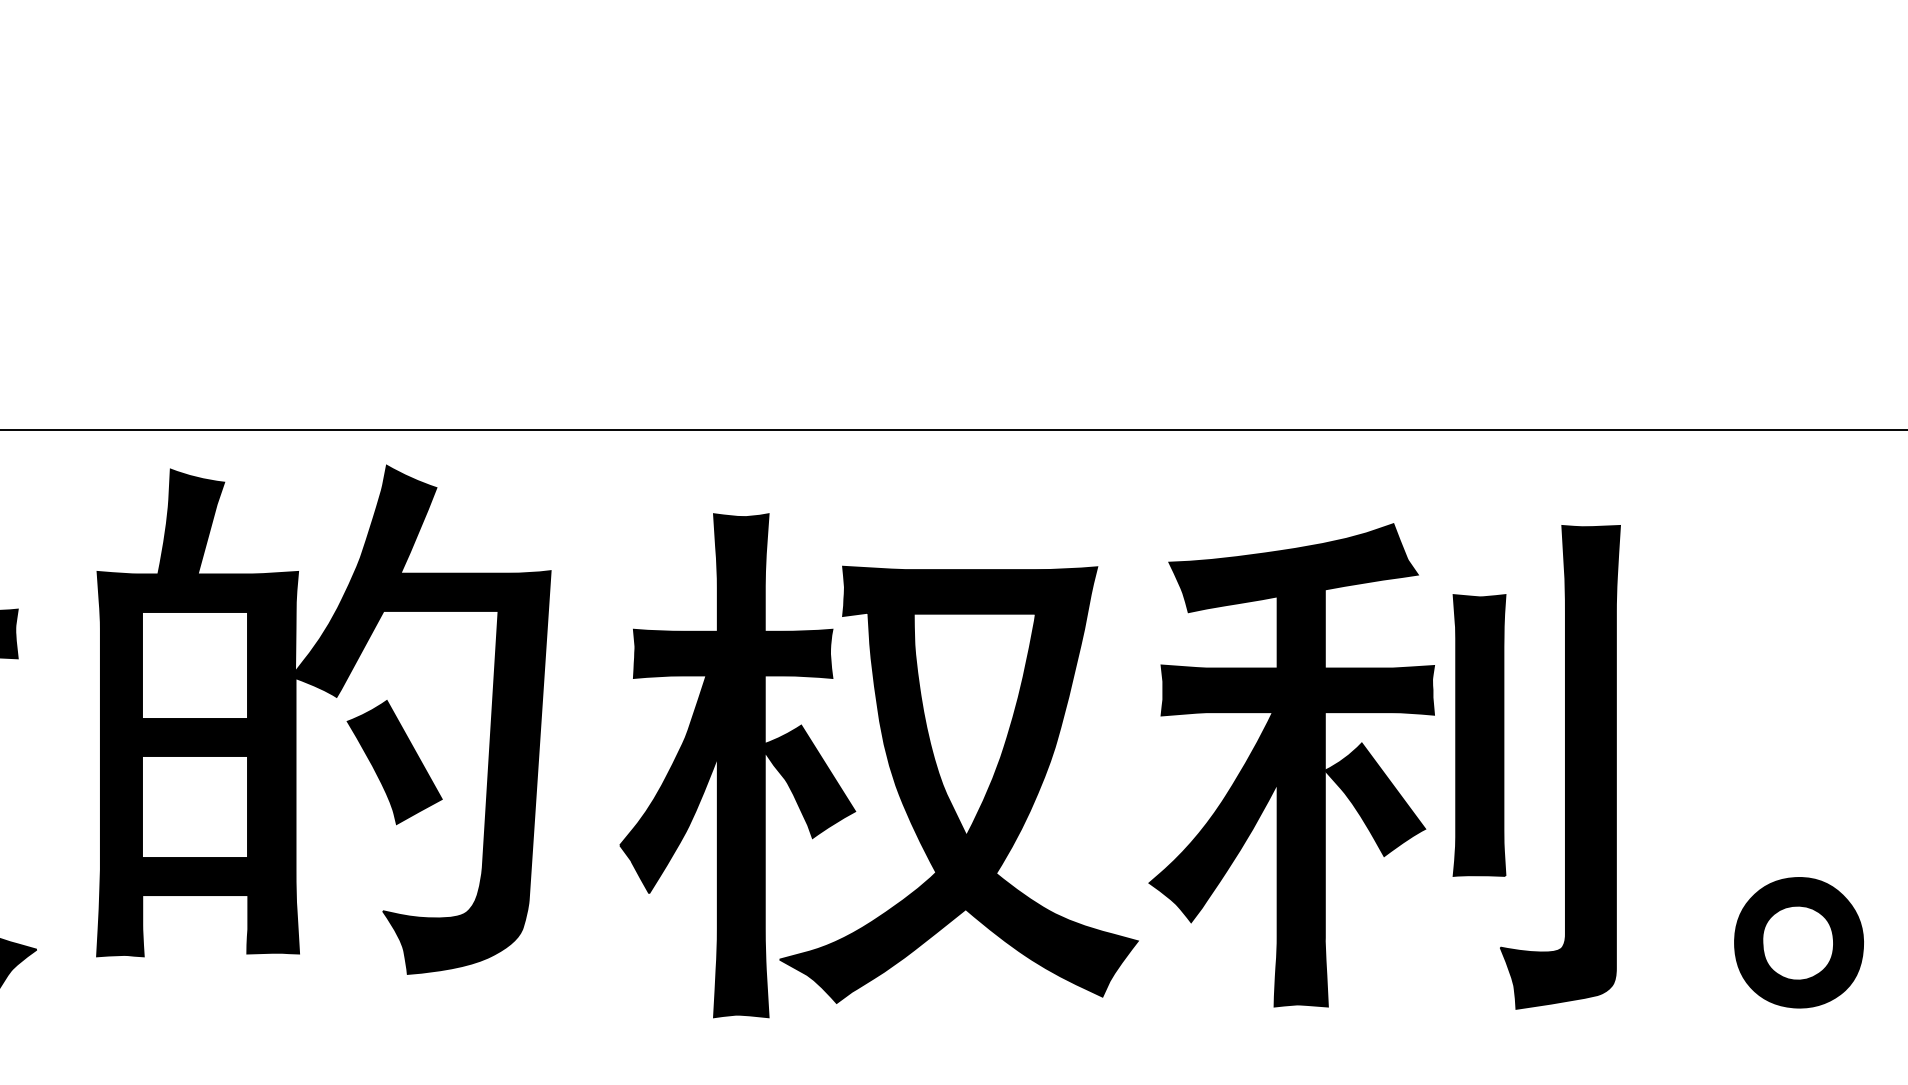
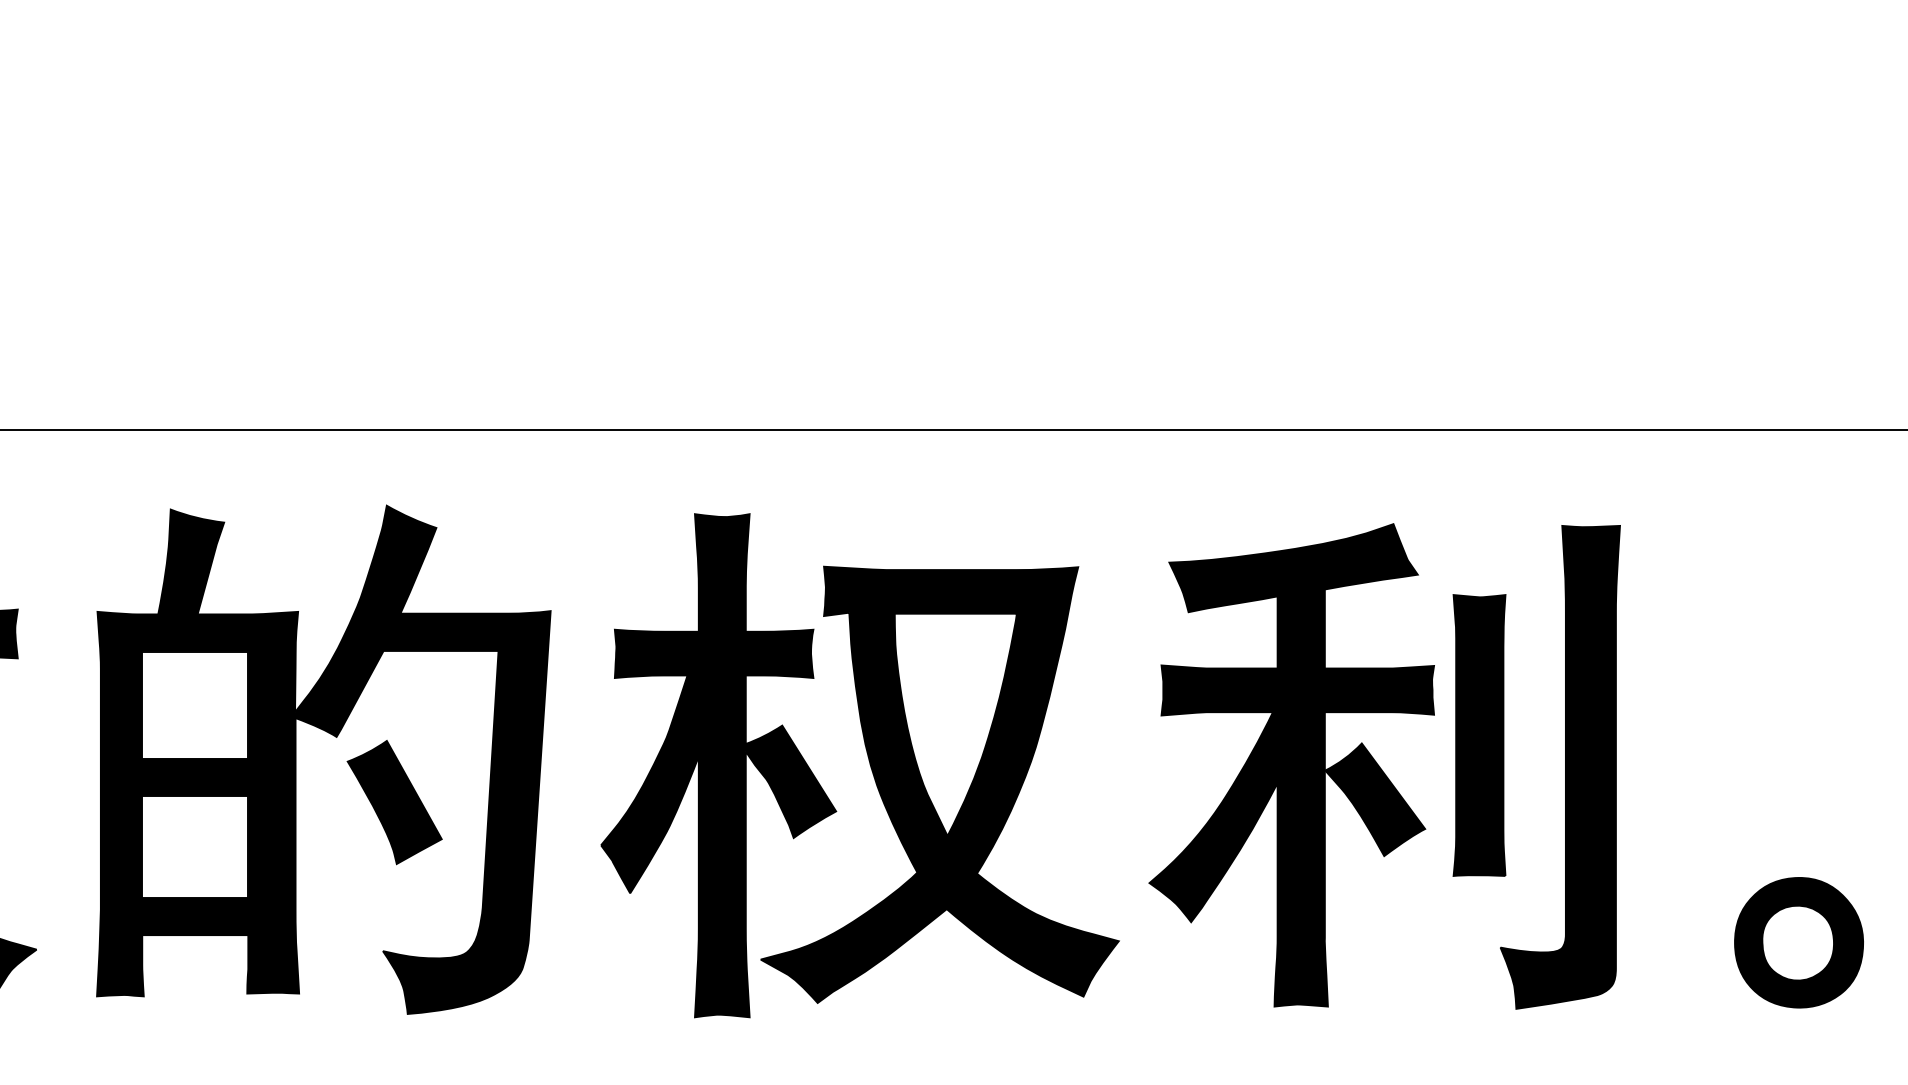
part at (346, 721) position: (346, 721) -> (346, 761)
part at (888, 764) position: (888, 764) -> (869, 764)
